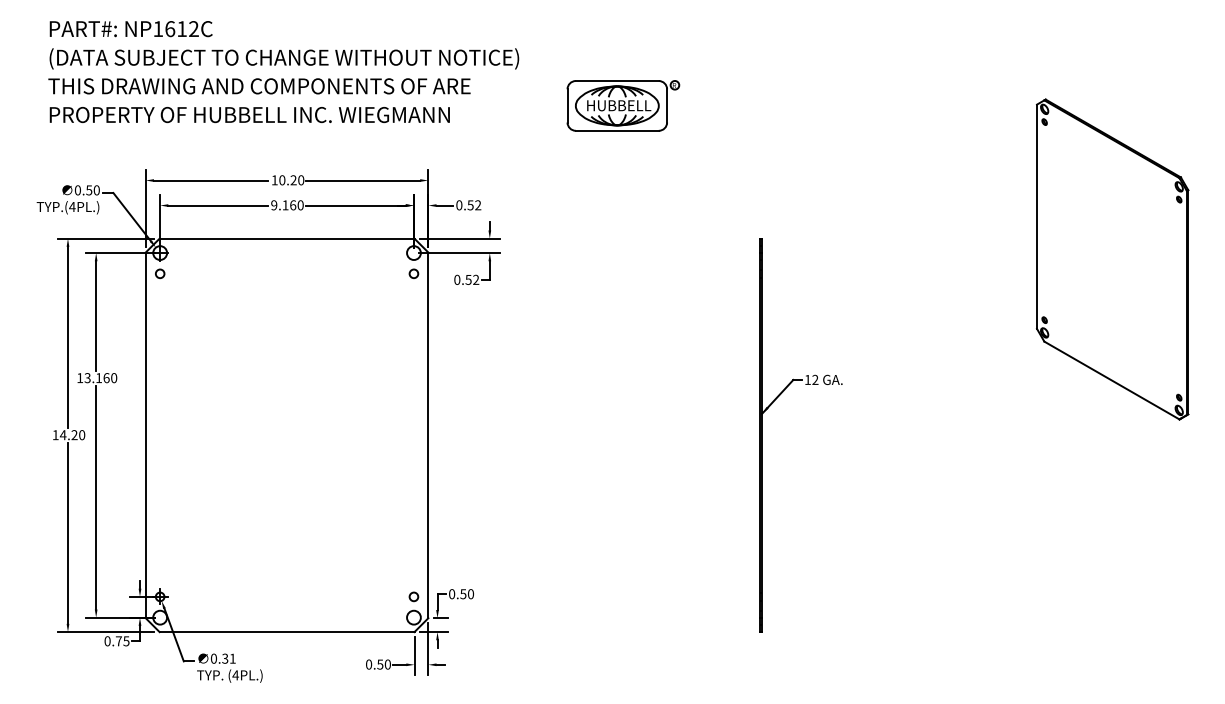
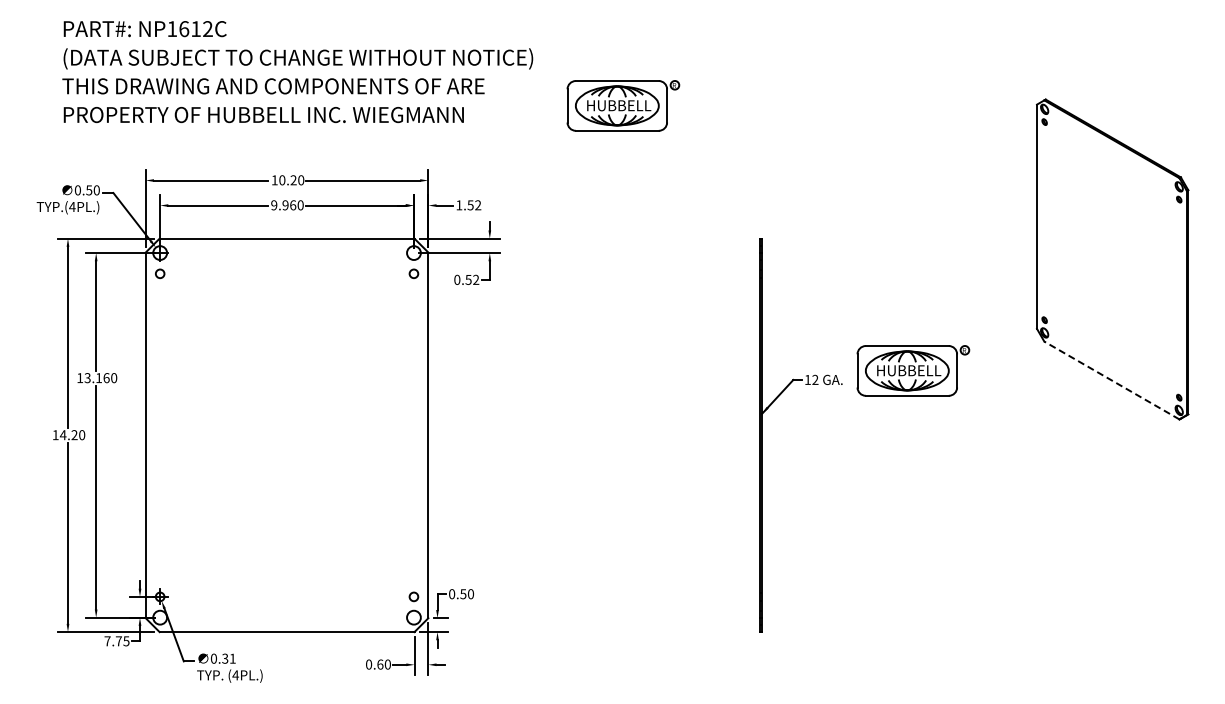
text at (283, 72) position: (283, 72) -> (297, 72)
text at (285, 205): 9.160 -> 9.960
text at (459, 205): 0.52 -> 1.52
part at (913, 370): none -> present
line at (1111, 380): solid -> dashed
text at (107, 641): 0.75 -> 7.75
text at (380, 664): 0.50 -> 0.60
